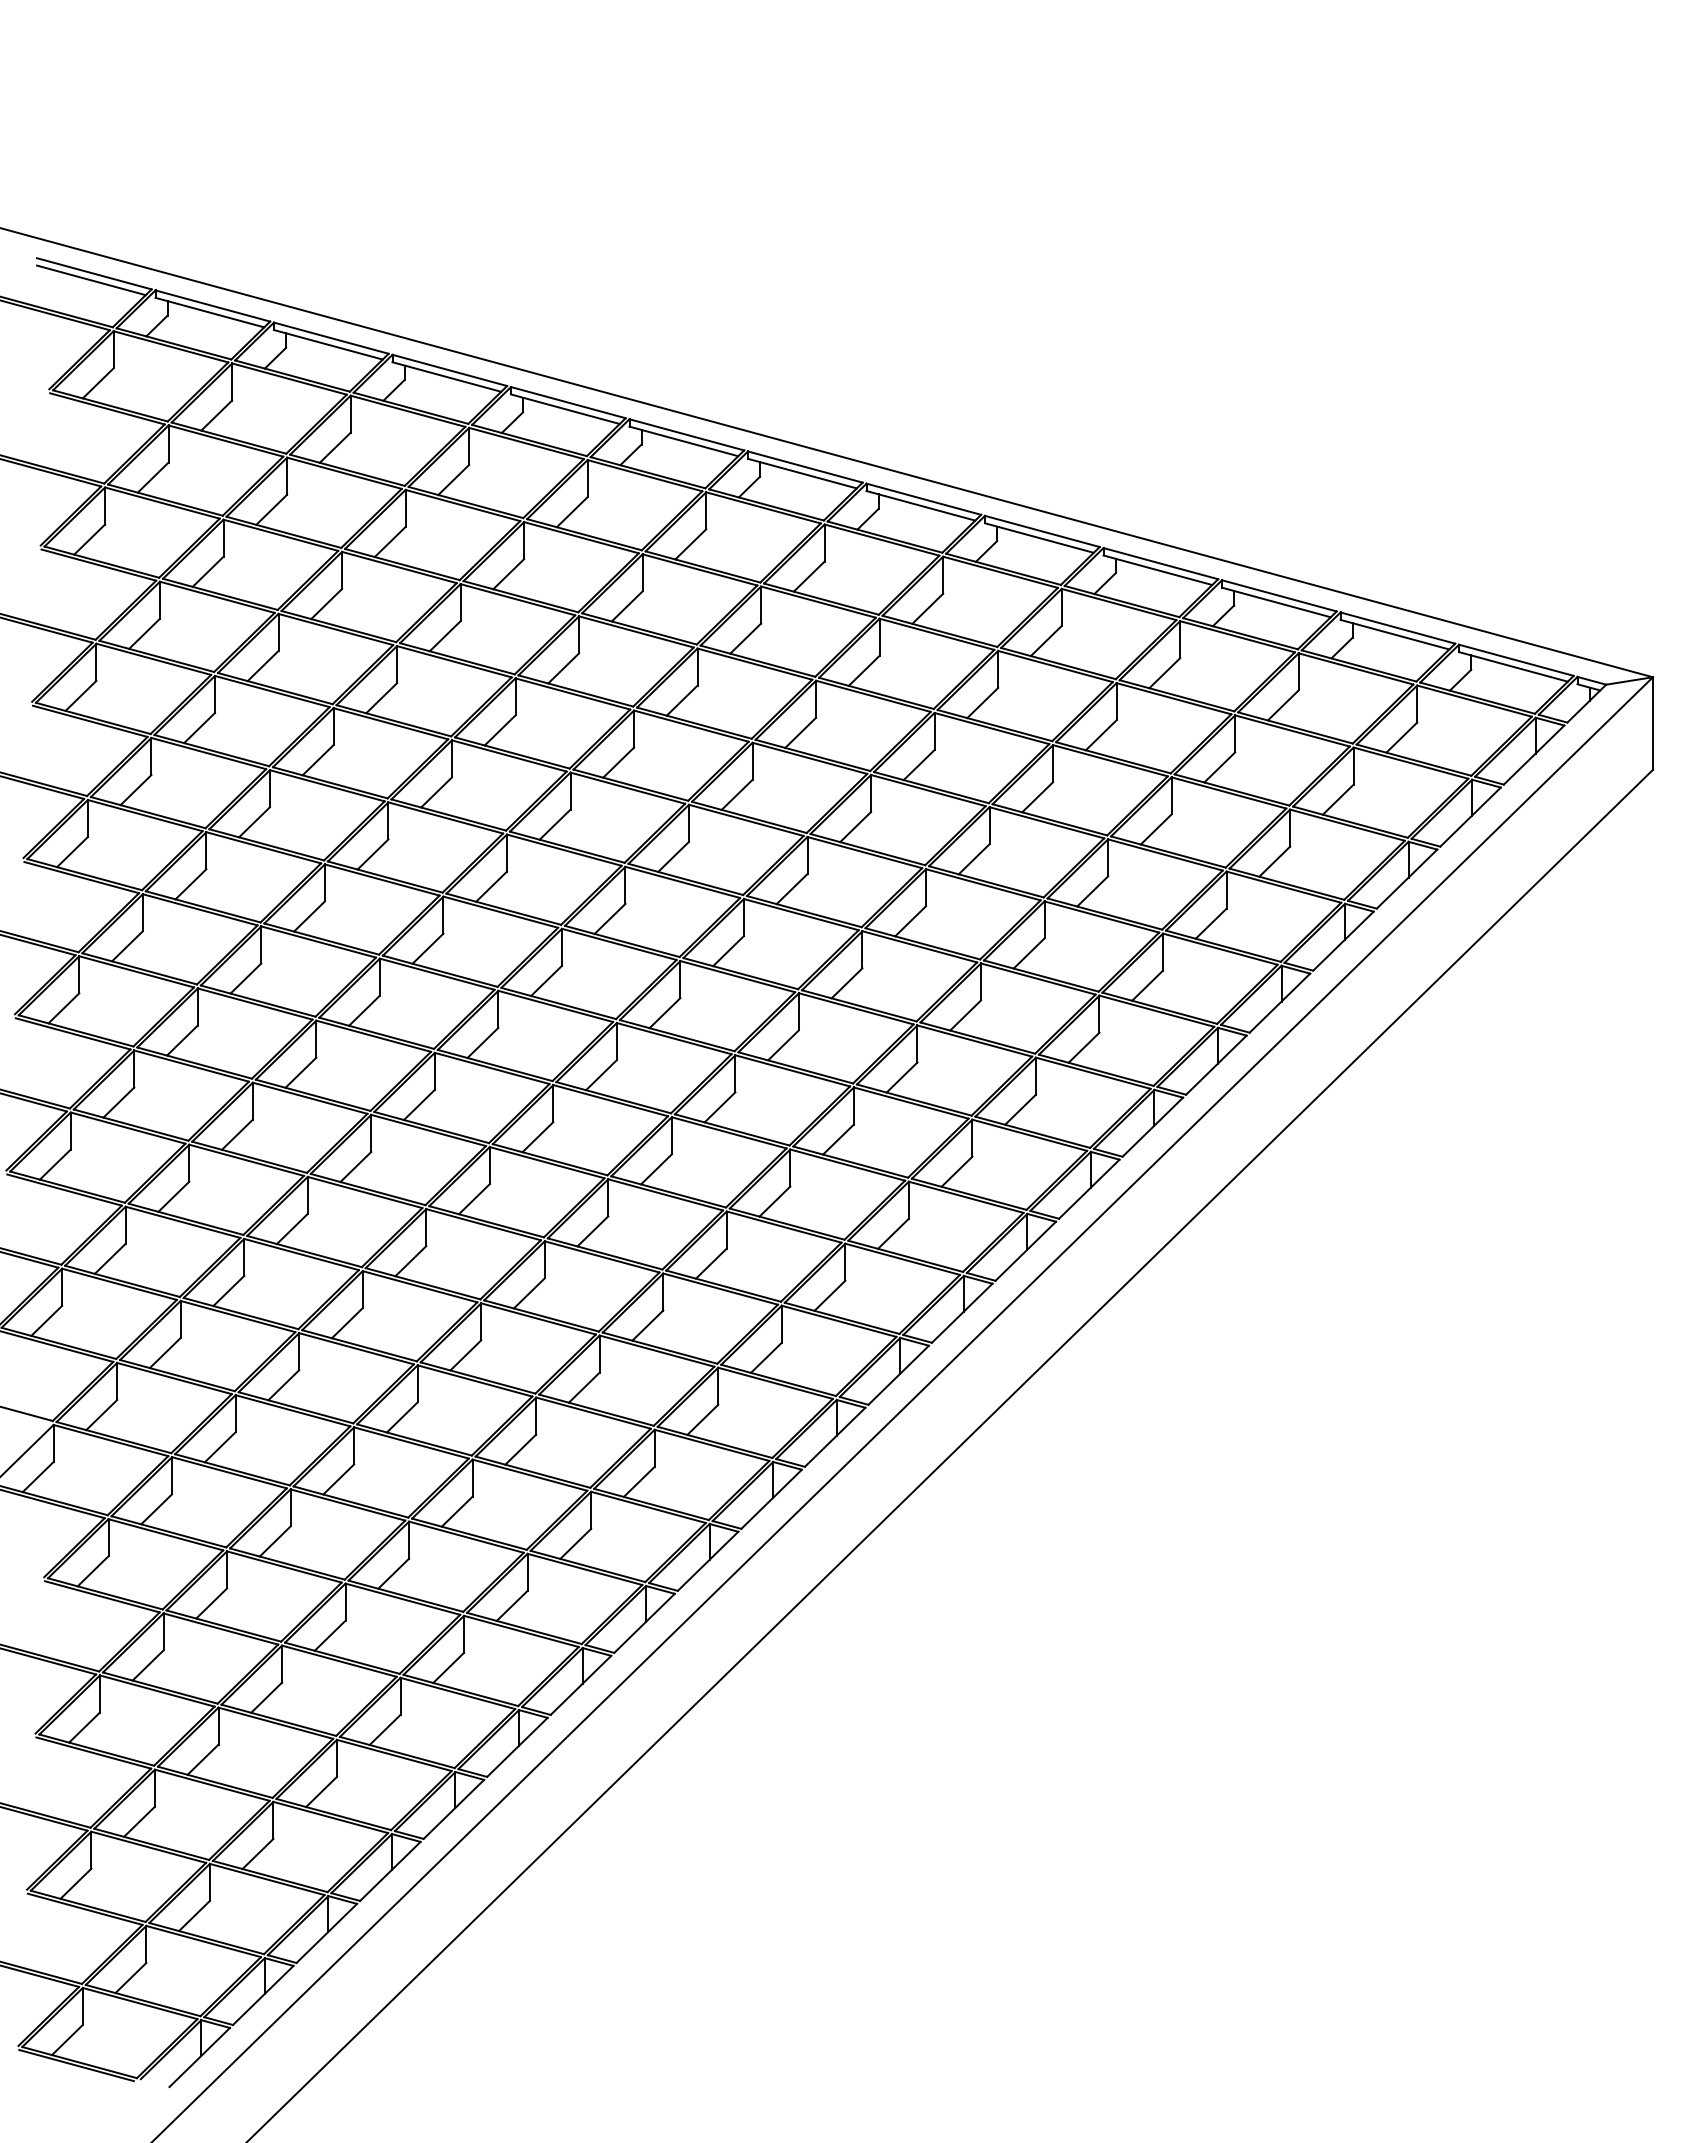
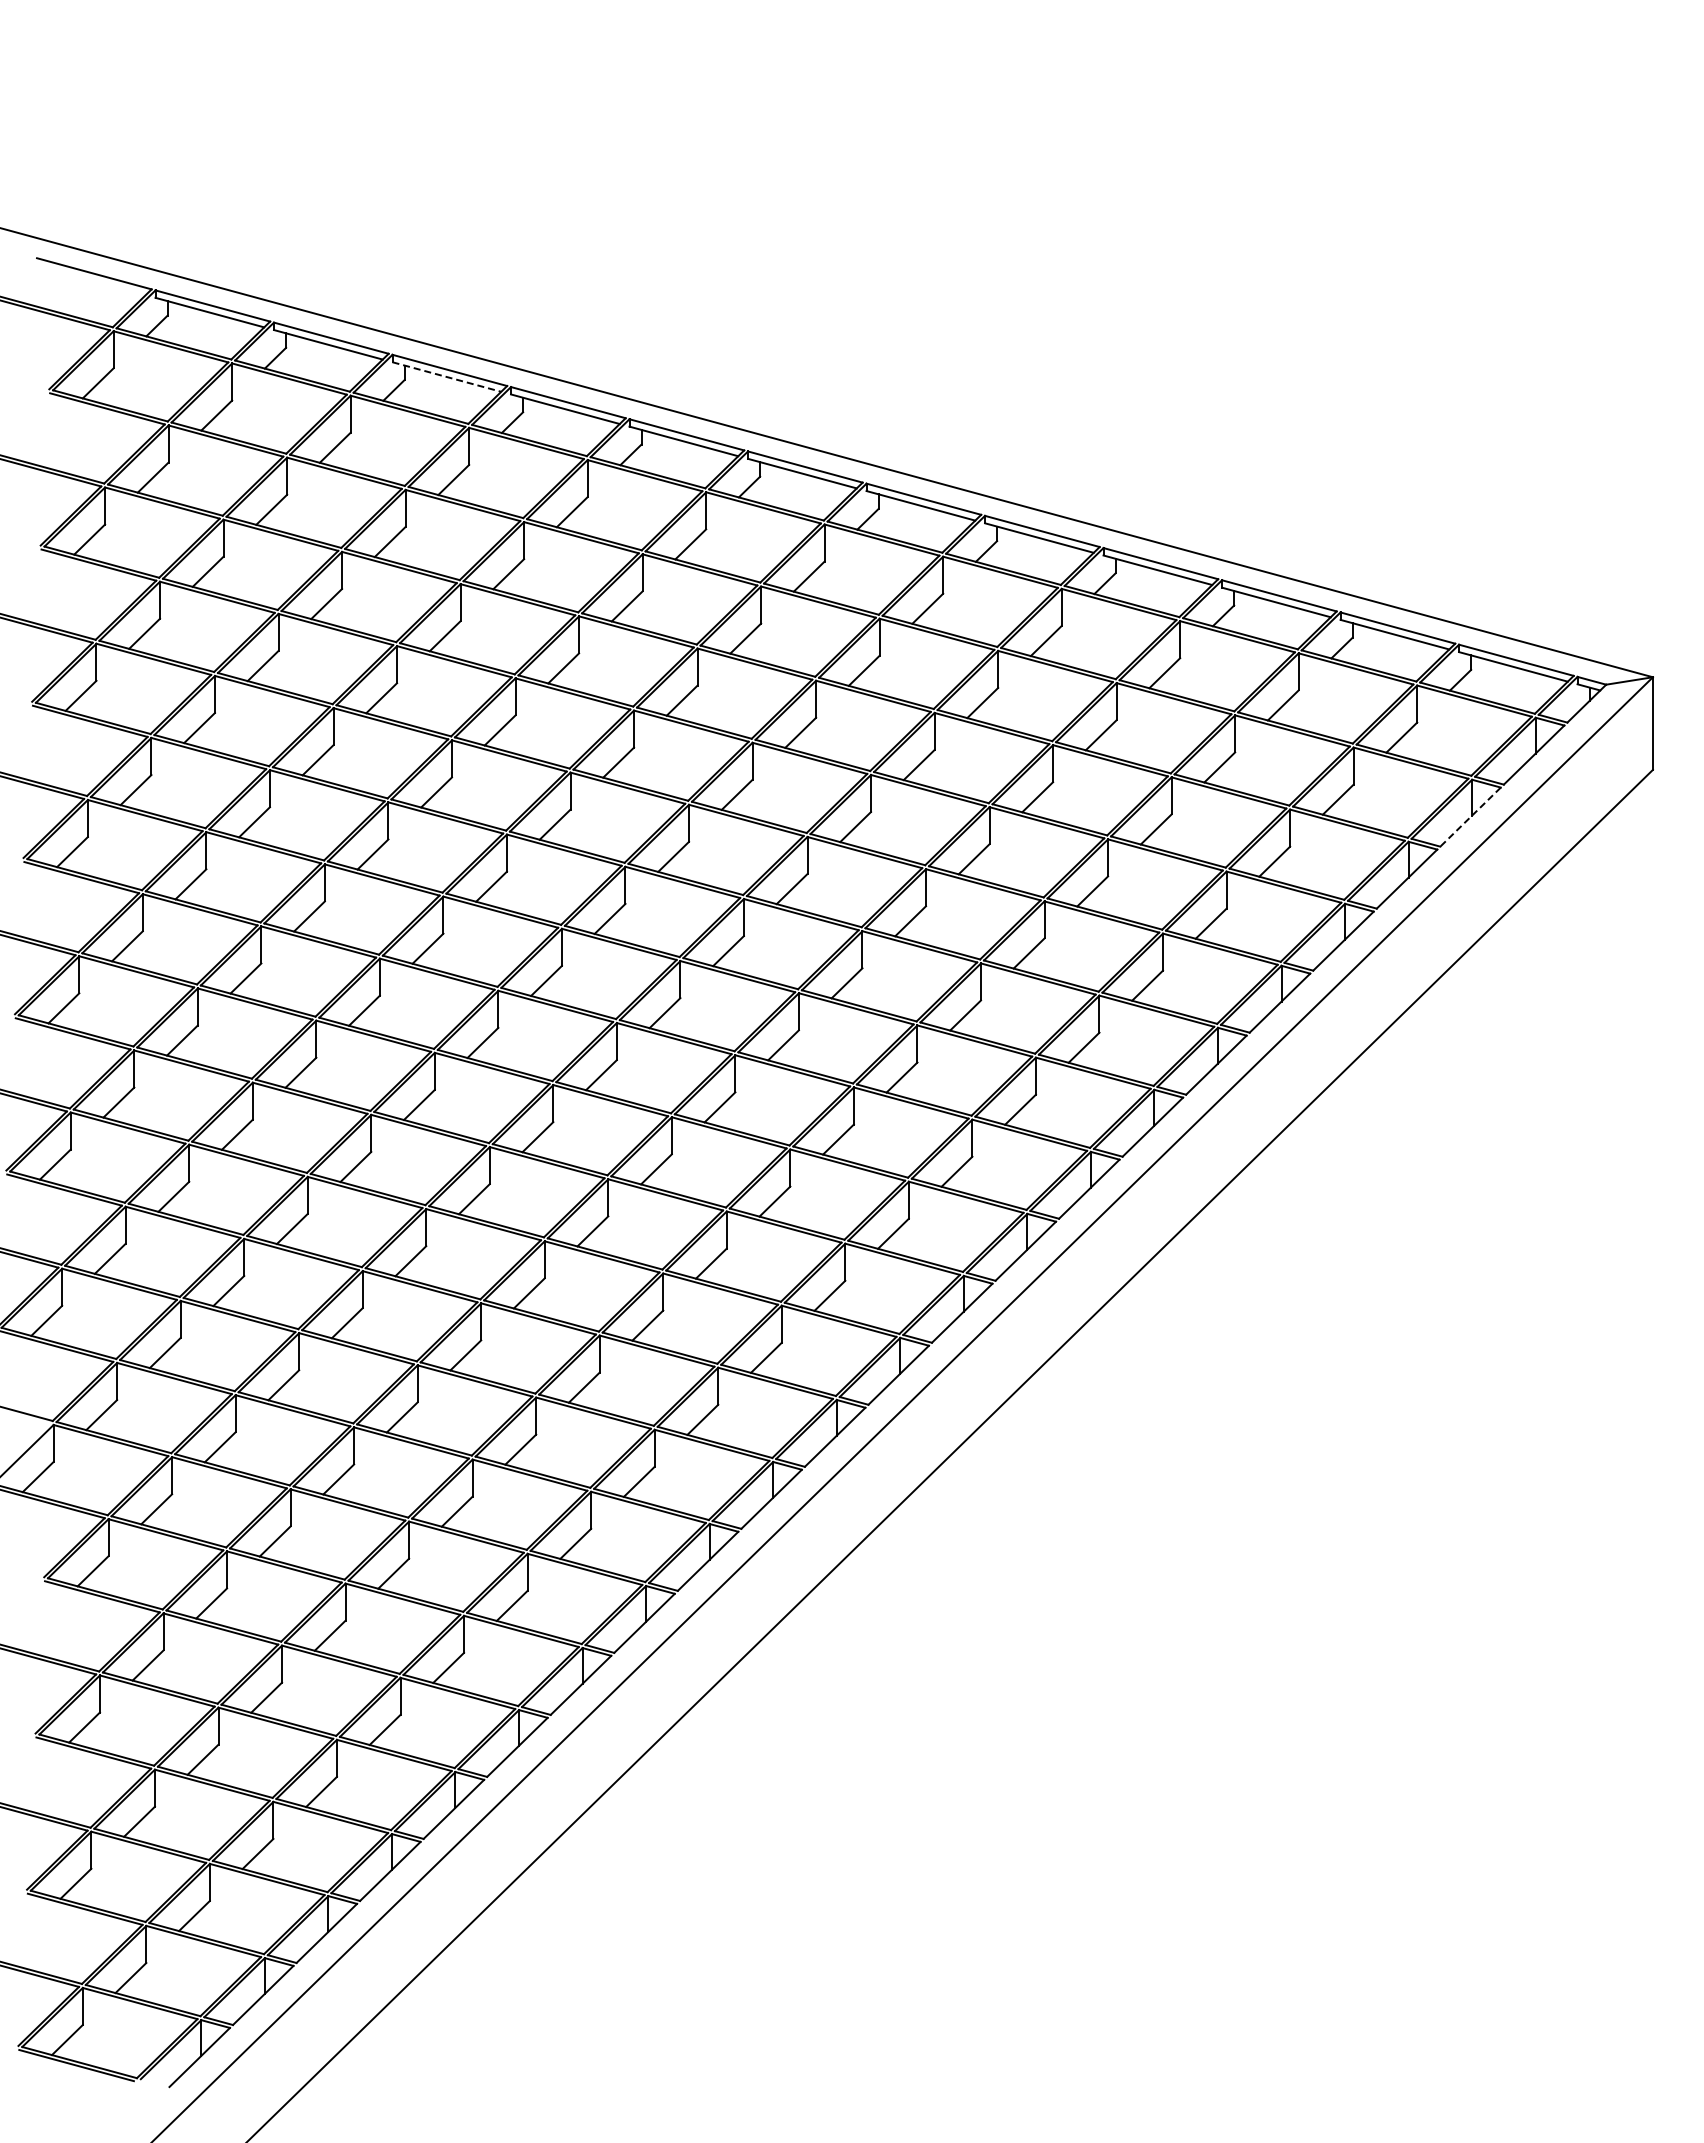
line at (91, 280): present -> none
line at (447, 377): solid -> dashed
line at (1470, 817): solid -> dashed
